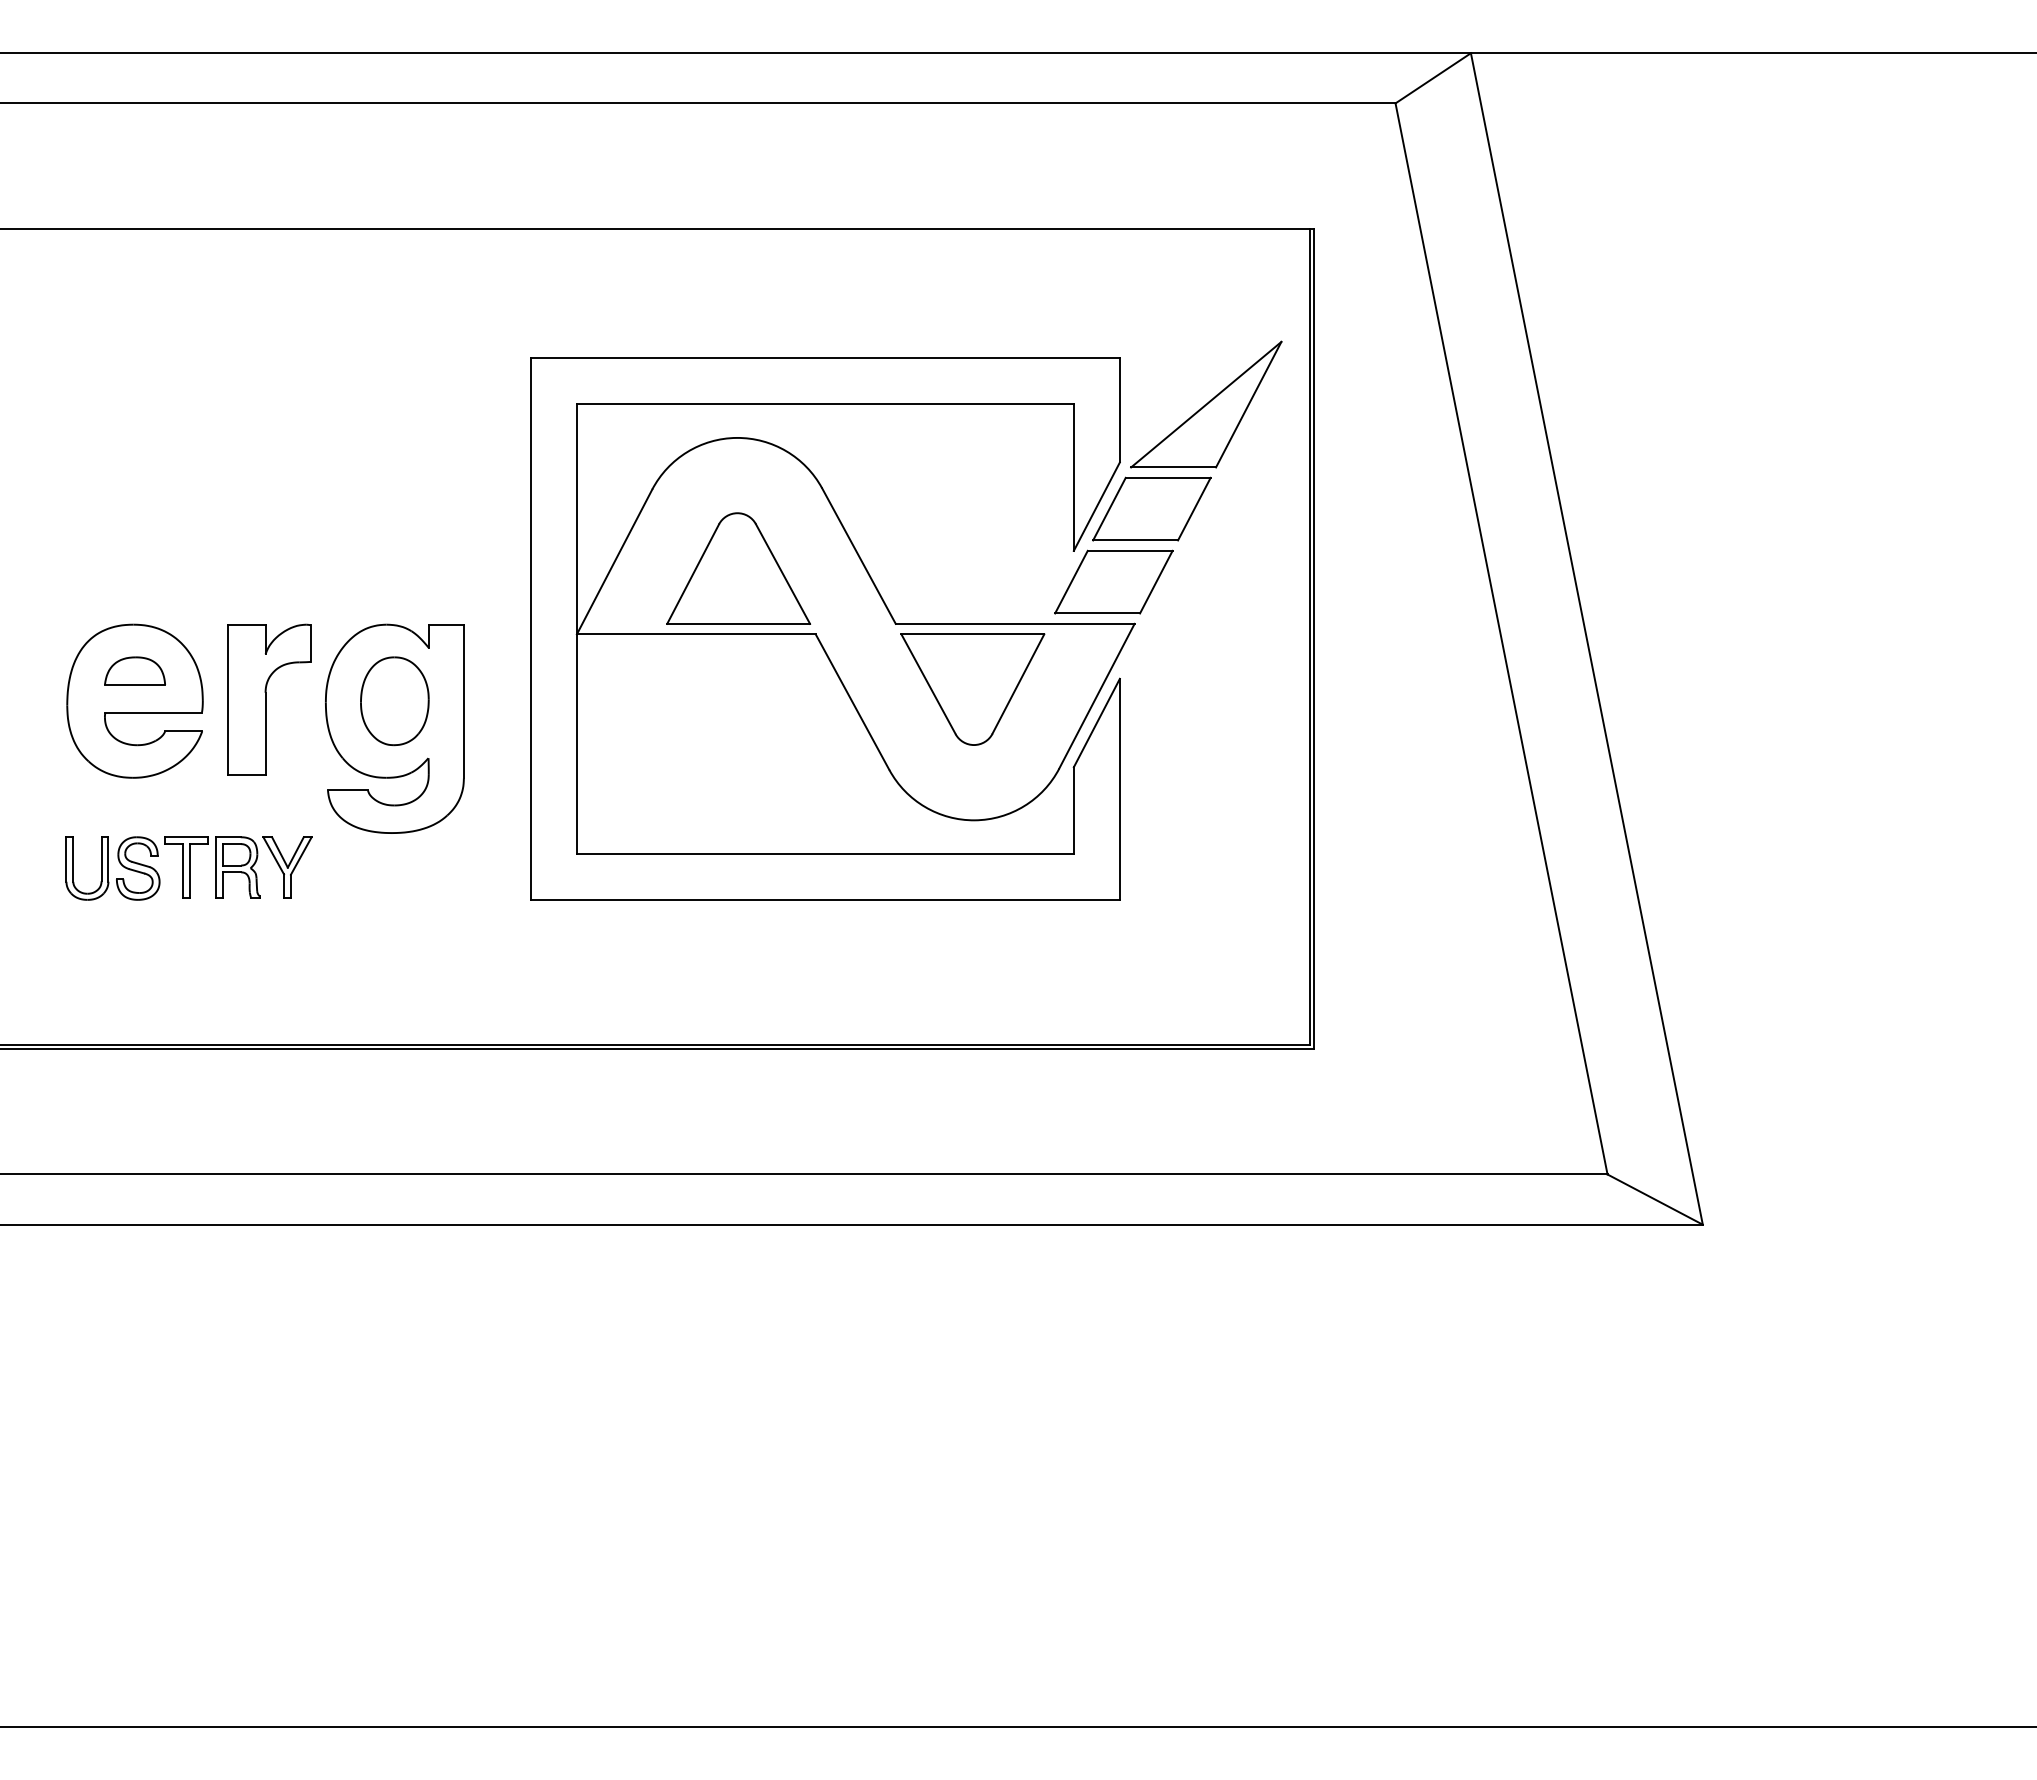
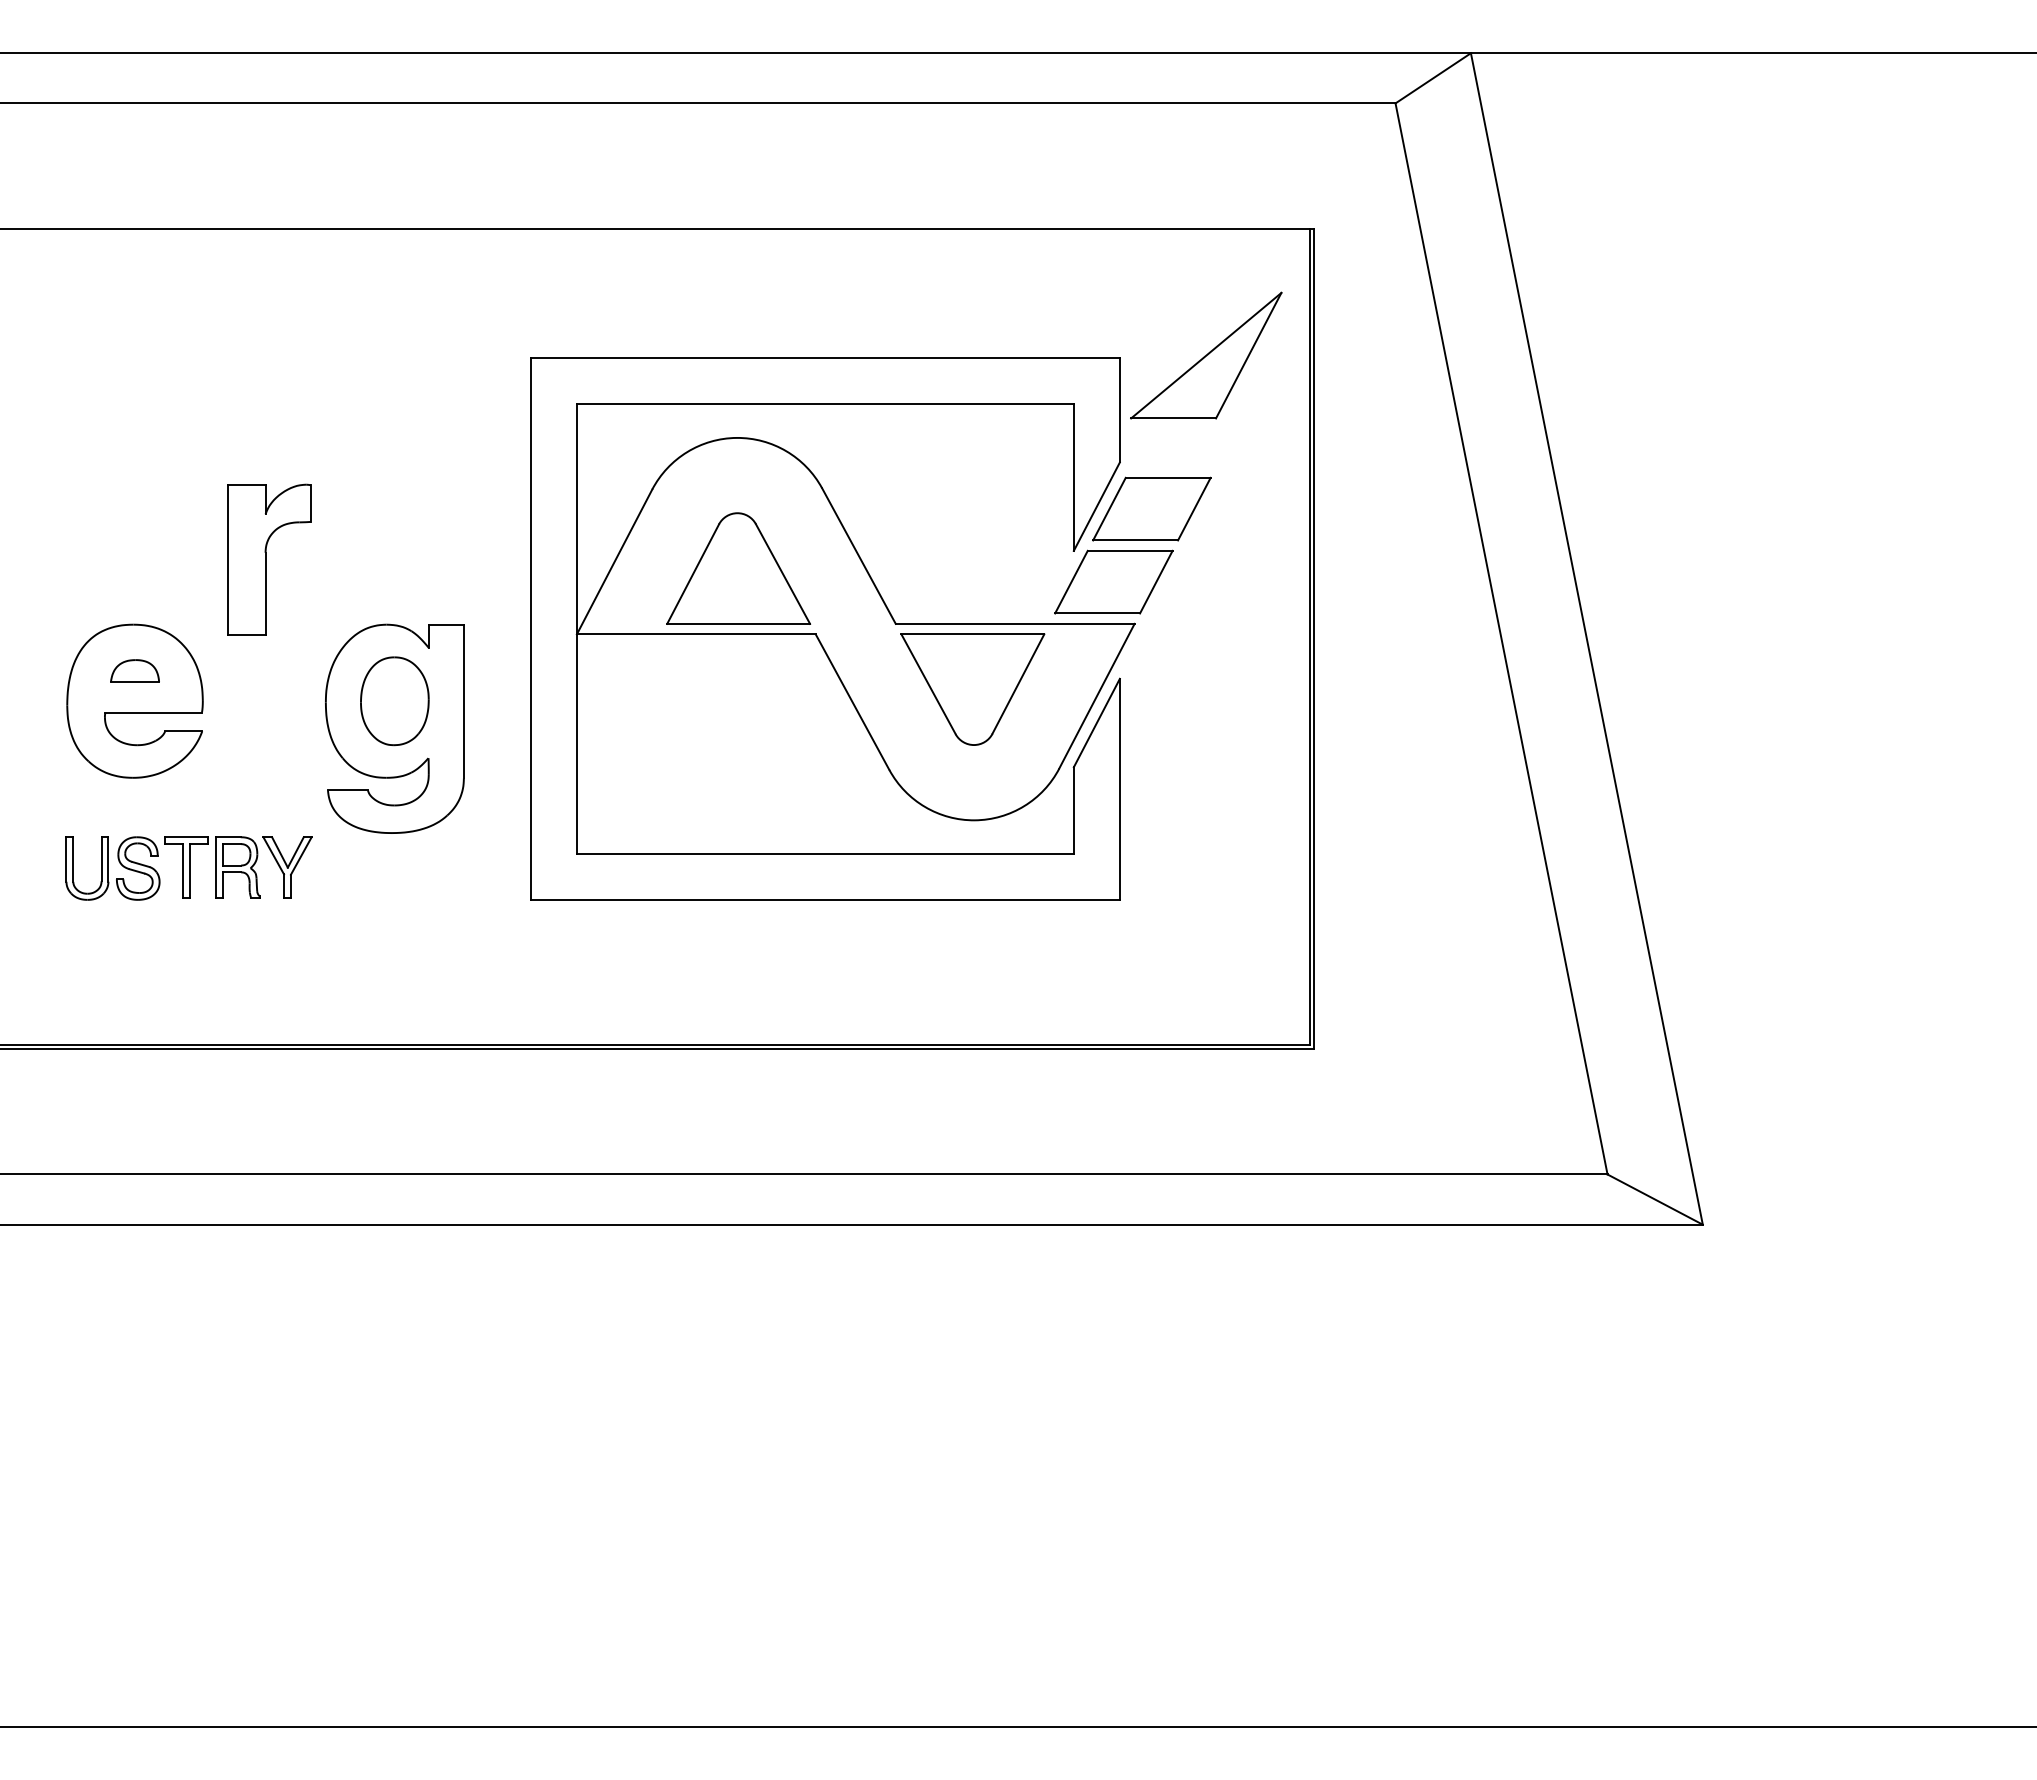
part at (1206, 404) position: (1206, 404) -> (1206, 355)
part at (134, 670) size: 62x30 px -> 50x24 px
part at (269, 699) position: (269, 699) -> (269, 559)
